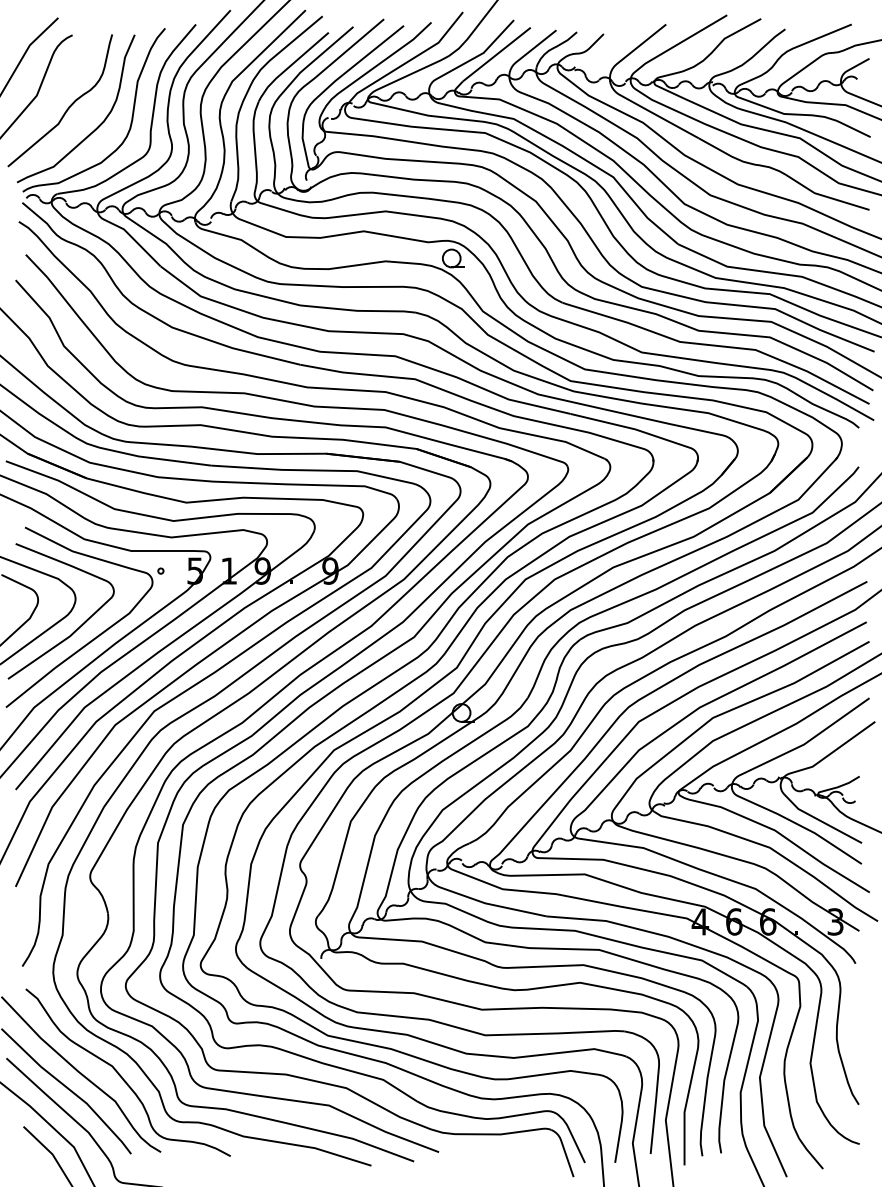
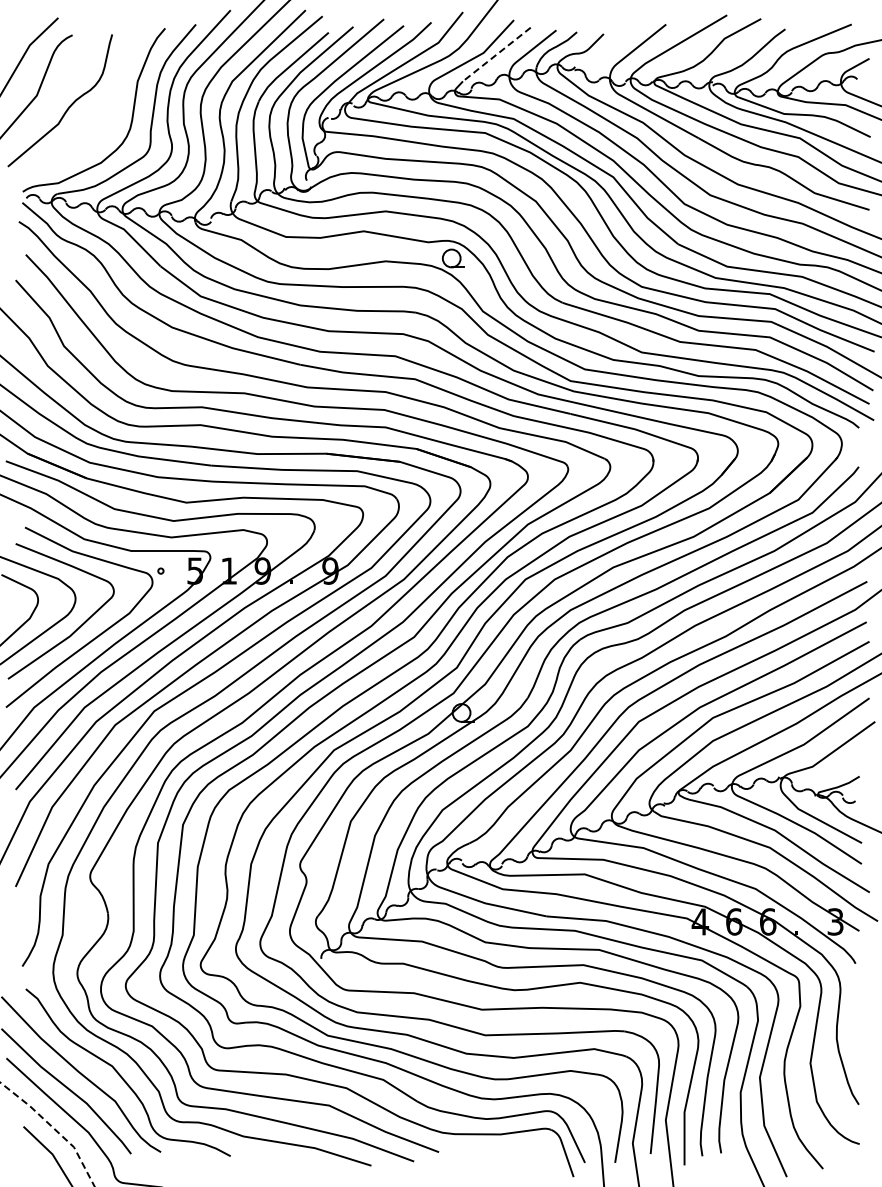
line at (496, 54): solid -> dashed
curve at (95, 128): present -> none
line at (54, 1129): solid -> dashed
